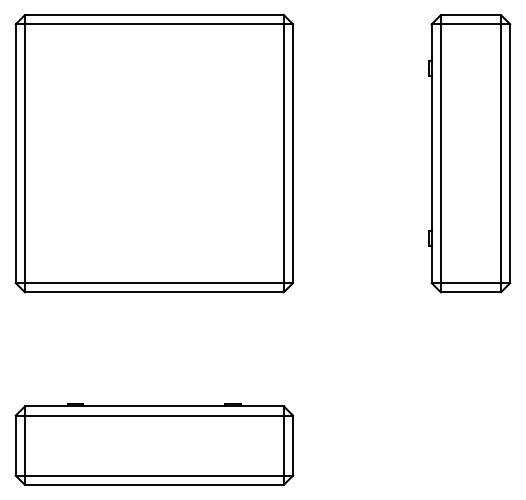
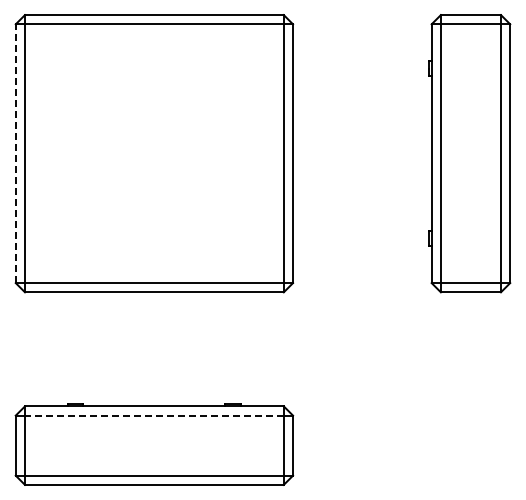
line at (15, 153): solid -> dashed
line at (153, 415): solid -> dashed
